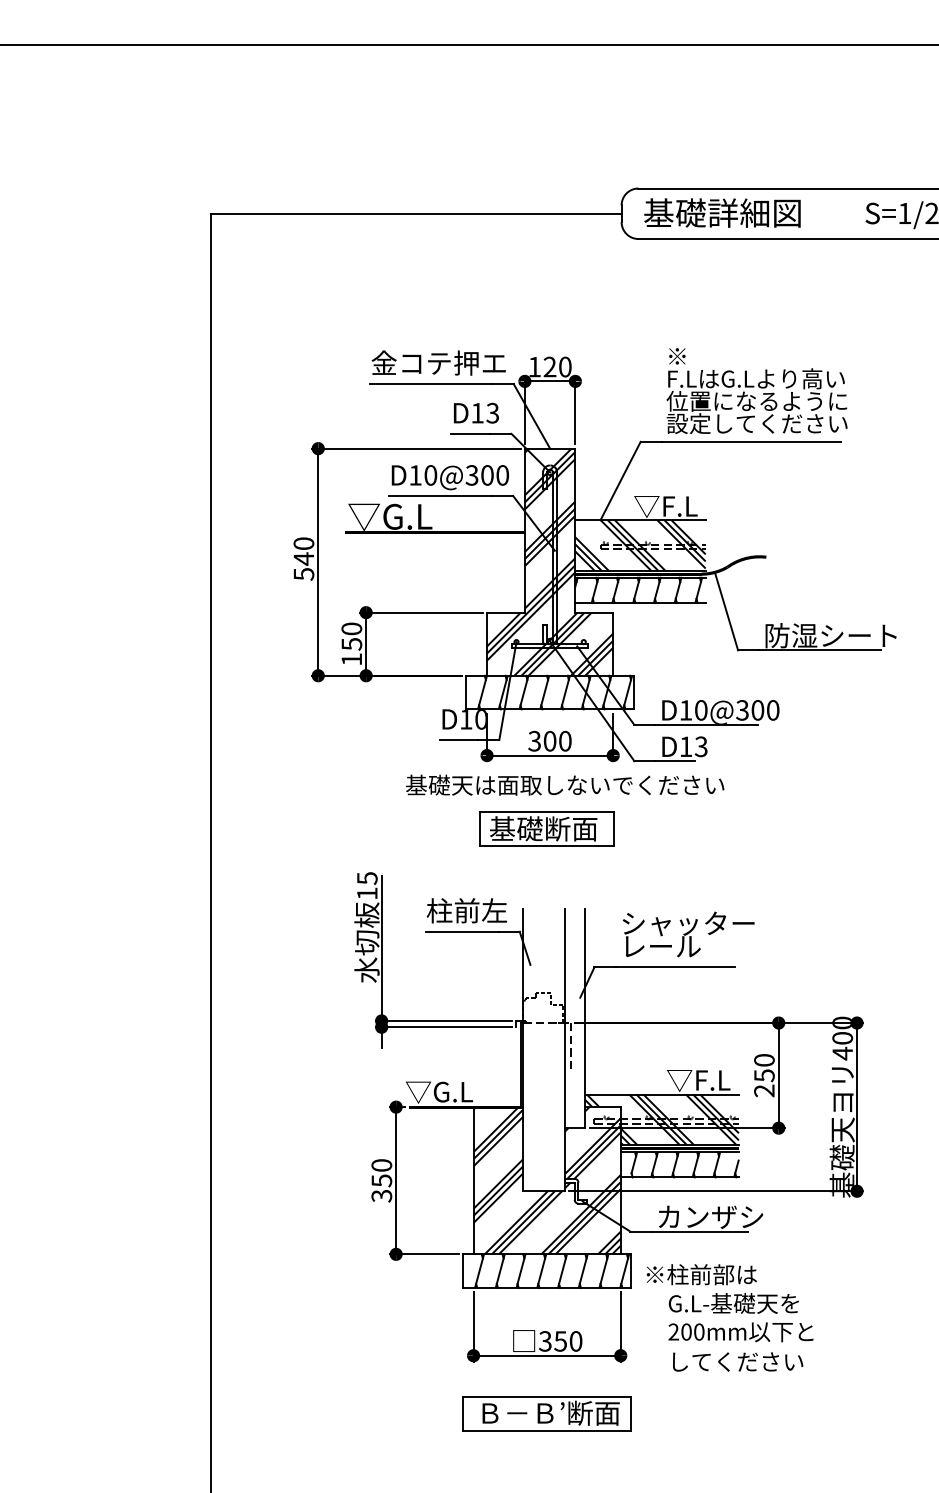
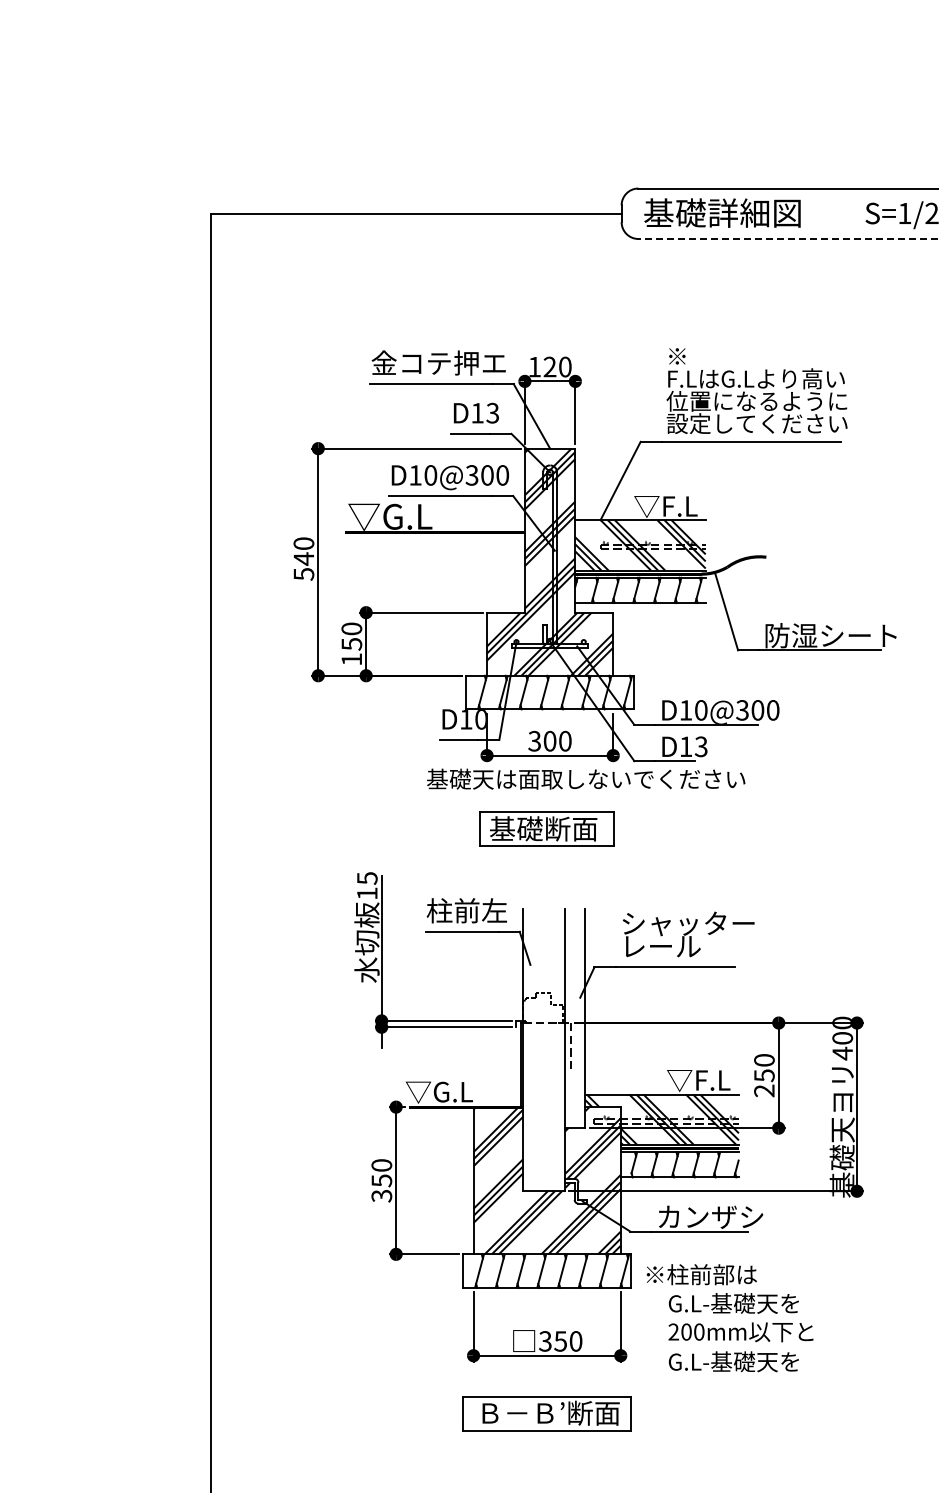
line at (468, 44): present -> none
line at (788, 239): solid -> dashed
text at (565, 784) position: (565, 784) -> (586, 778)
text at (735, 1361): してください -> G.L-基礎天を
